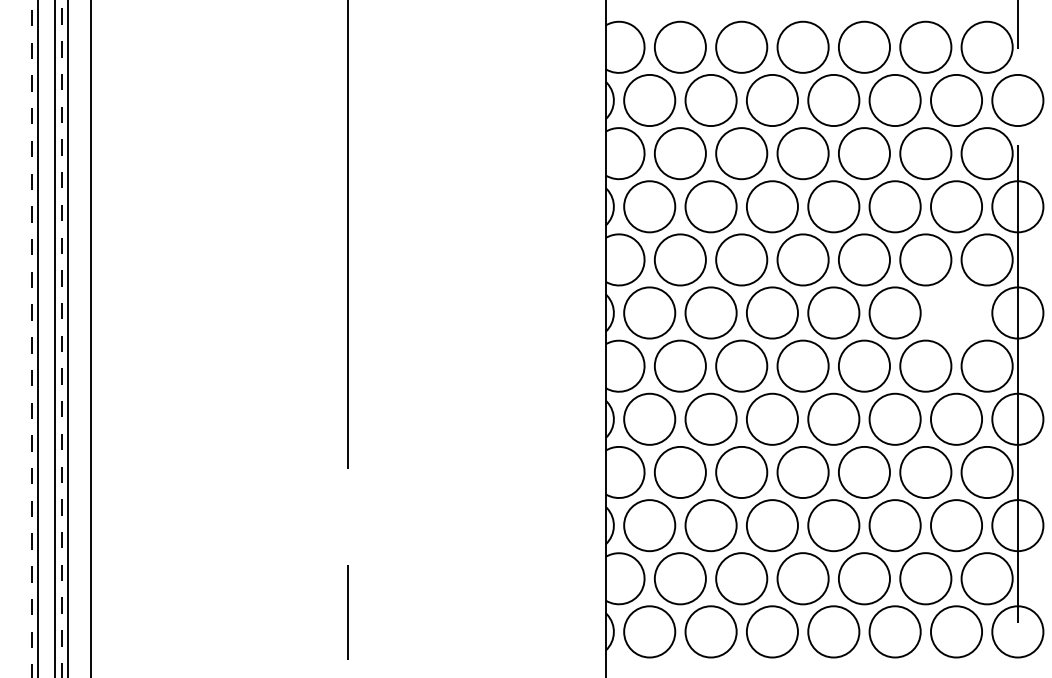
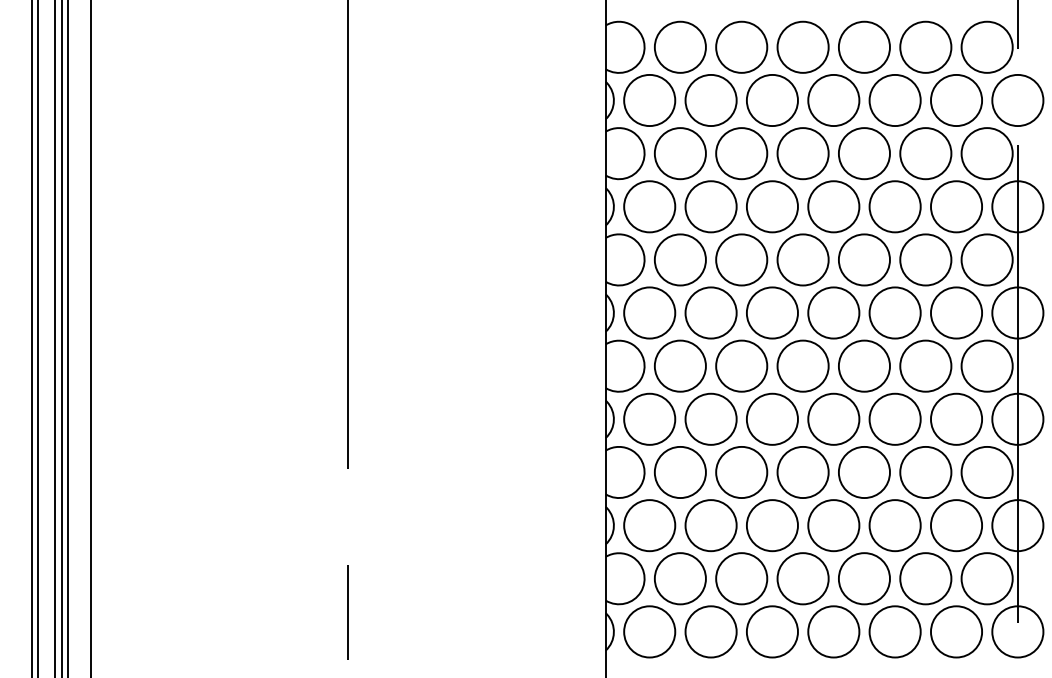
part at (956, 312): none -> present
line at (61, 337): dashed -> solid
line at (31, 339): dashed -> solid
